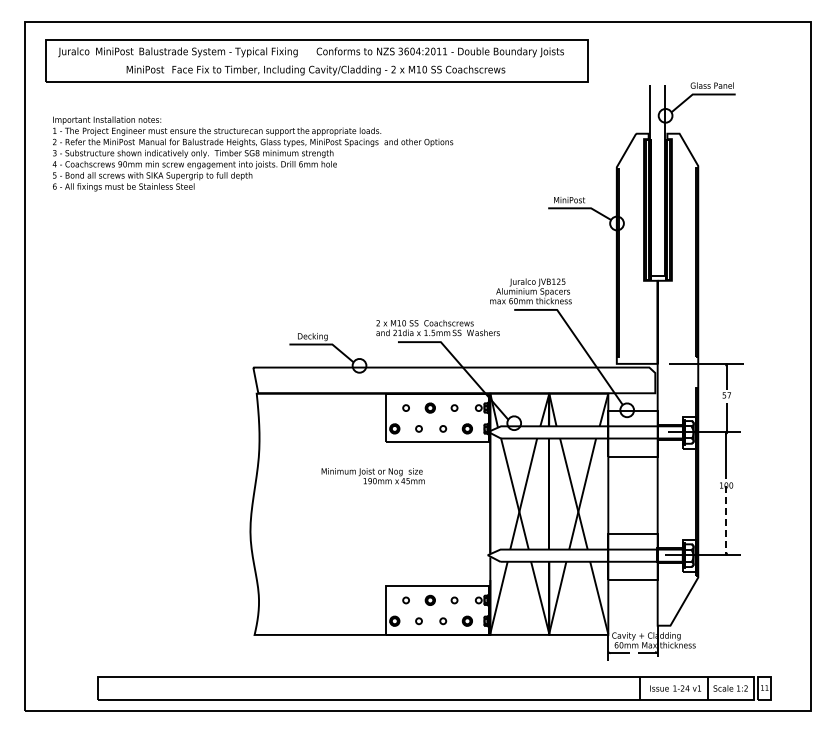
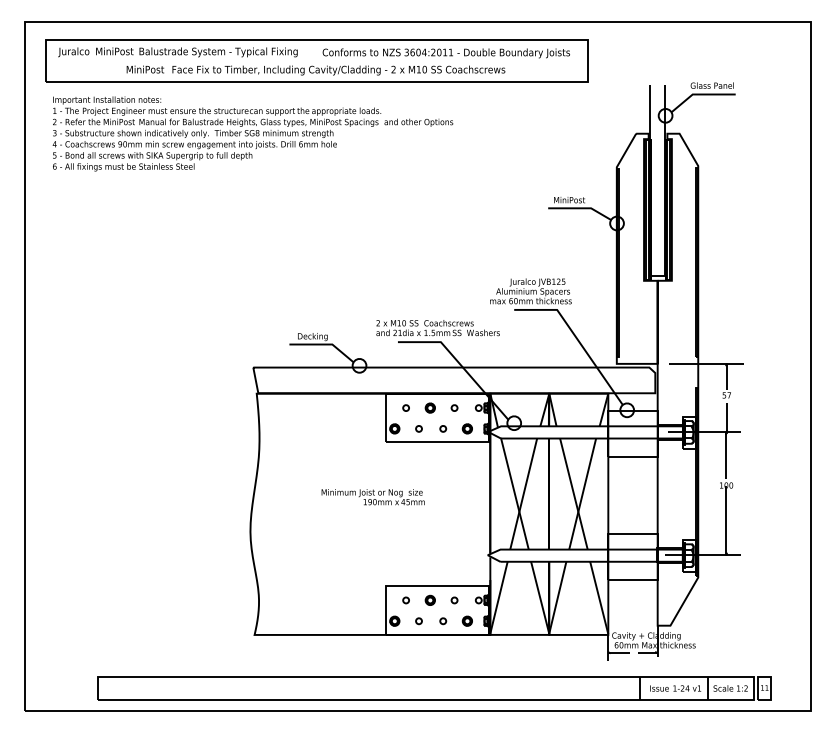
text at (439, 52) position: (439, 52) -> (445, 53)
text at (252, 153) position: (252, 153) -> (252, 133)
text at (372, 476) position: (372, 476) -> (372, 497)
line at (726, 520): dashed -> solid
